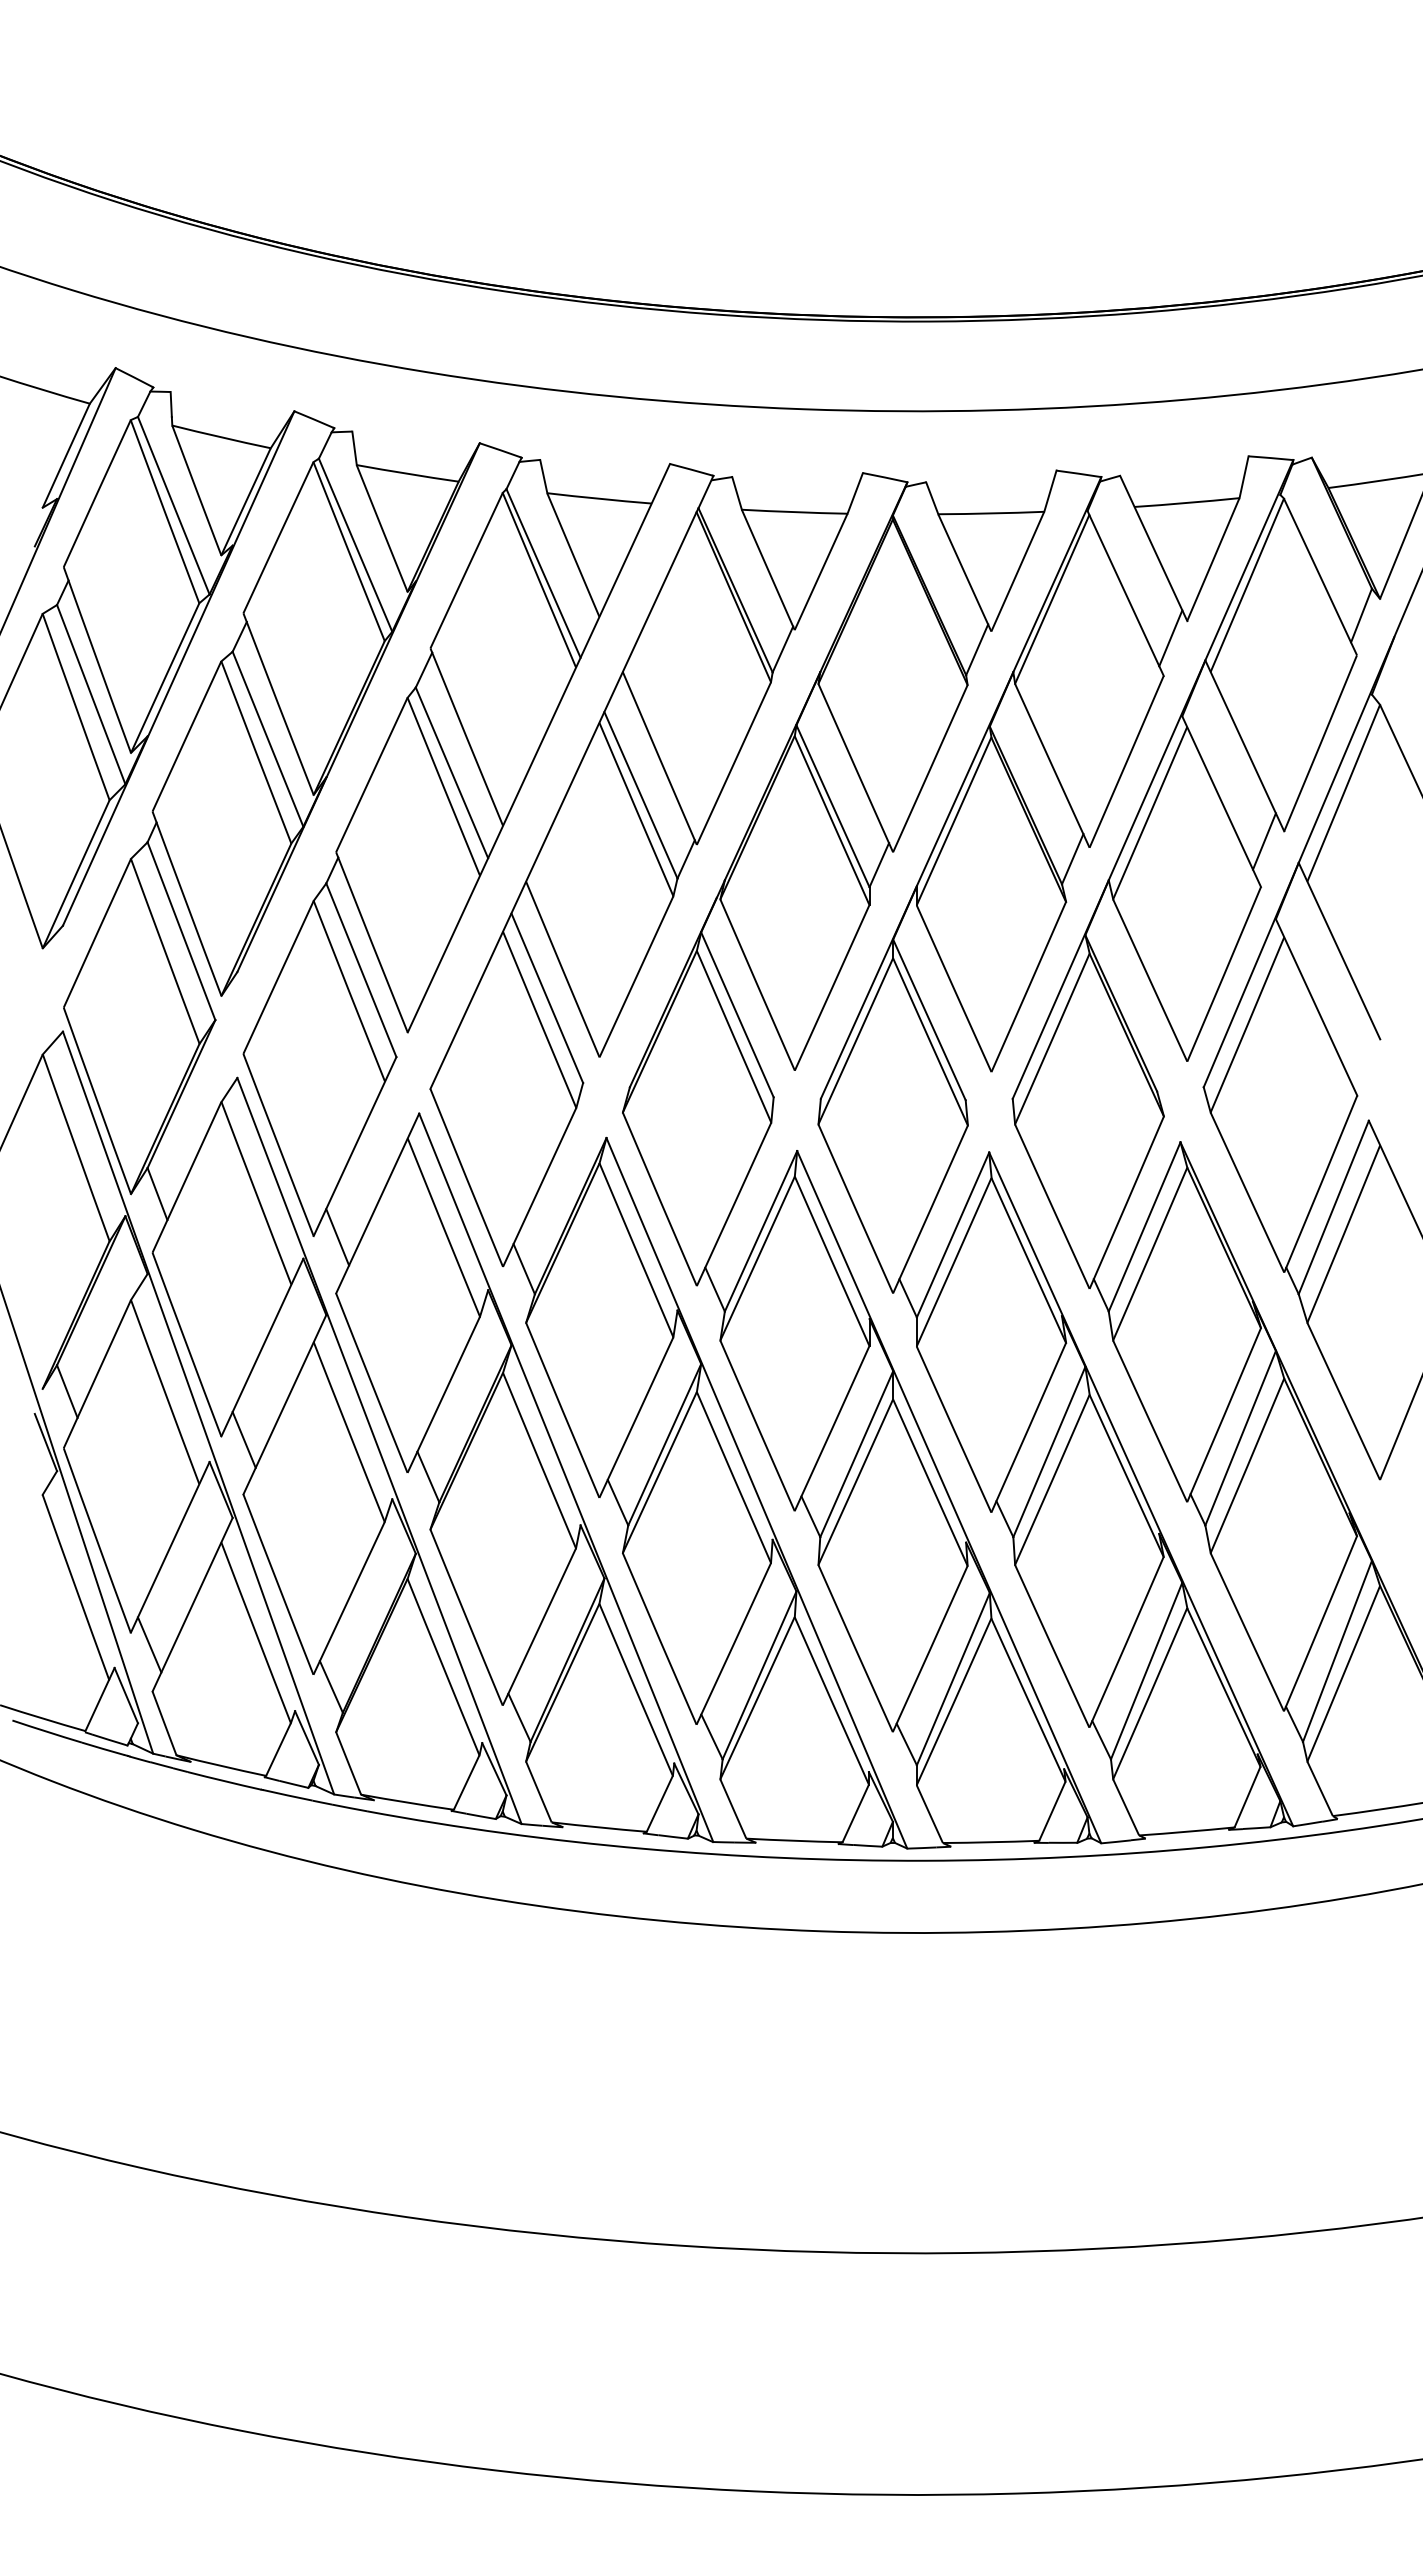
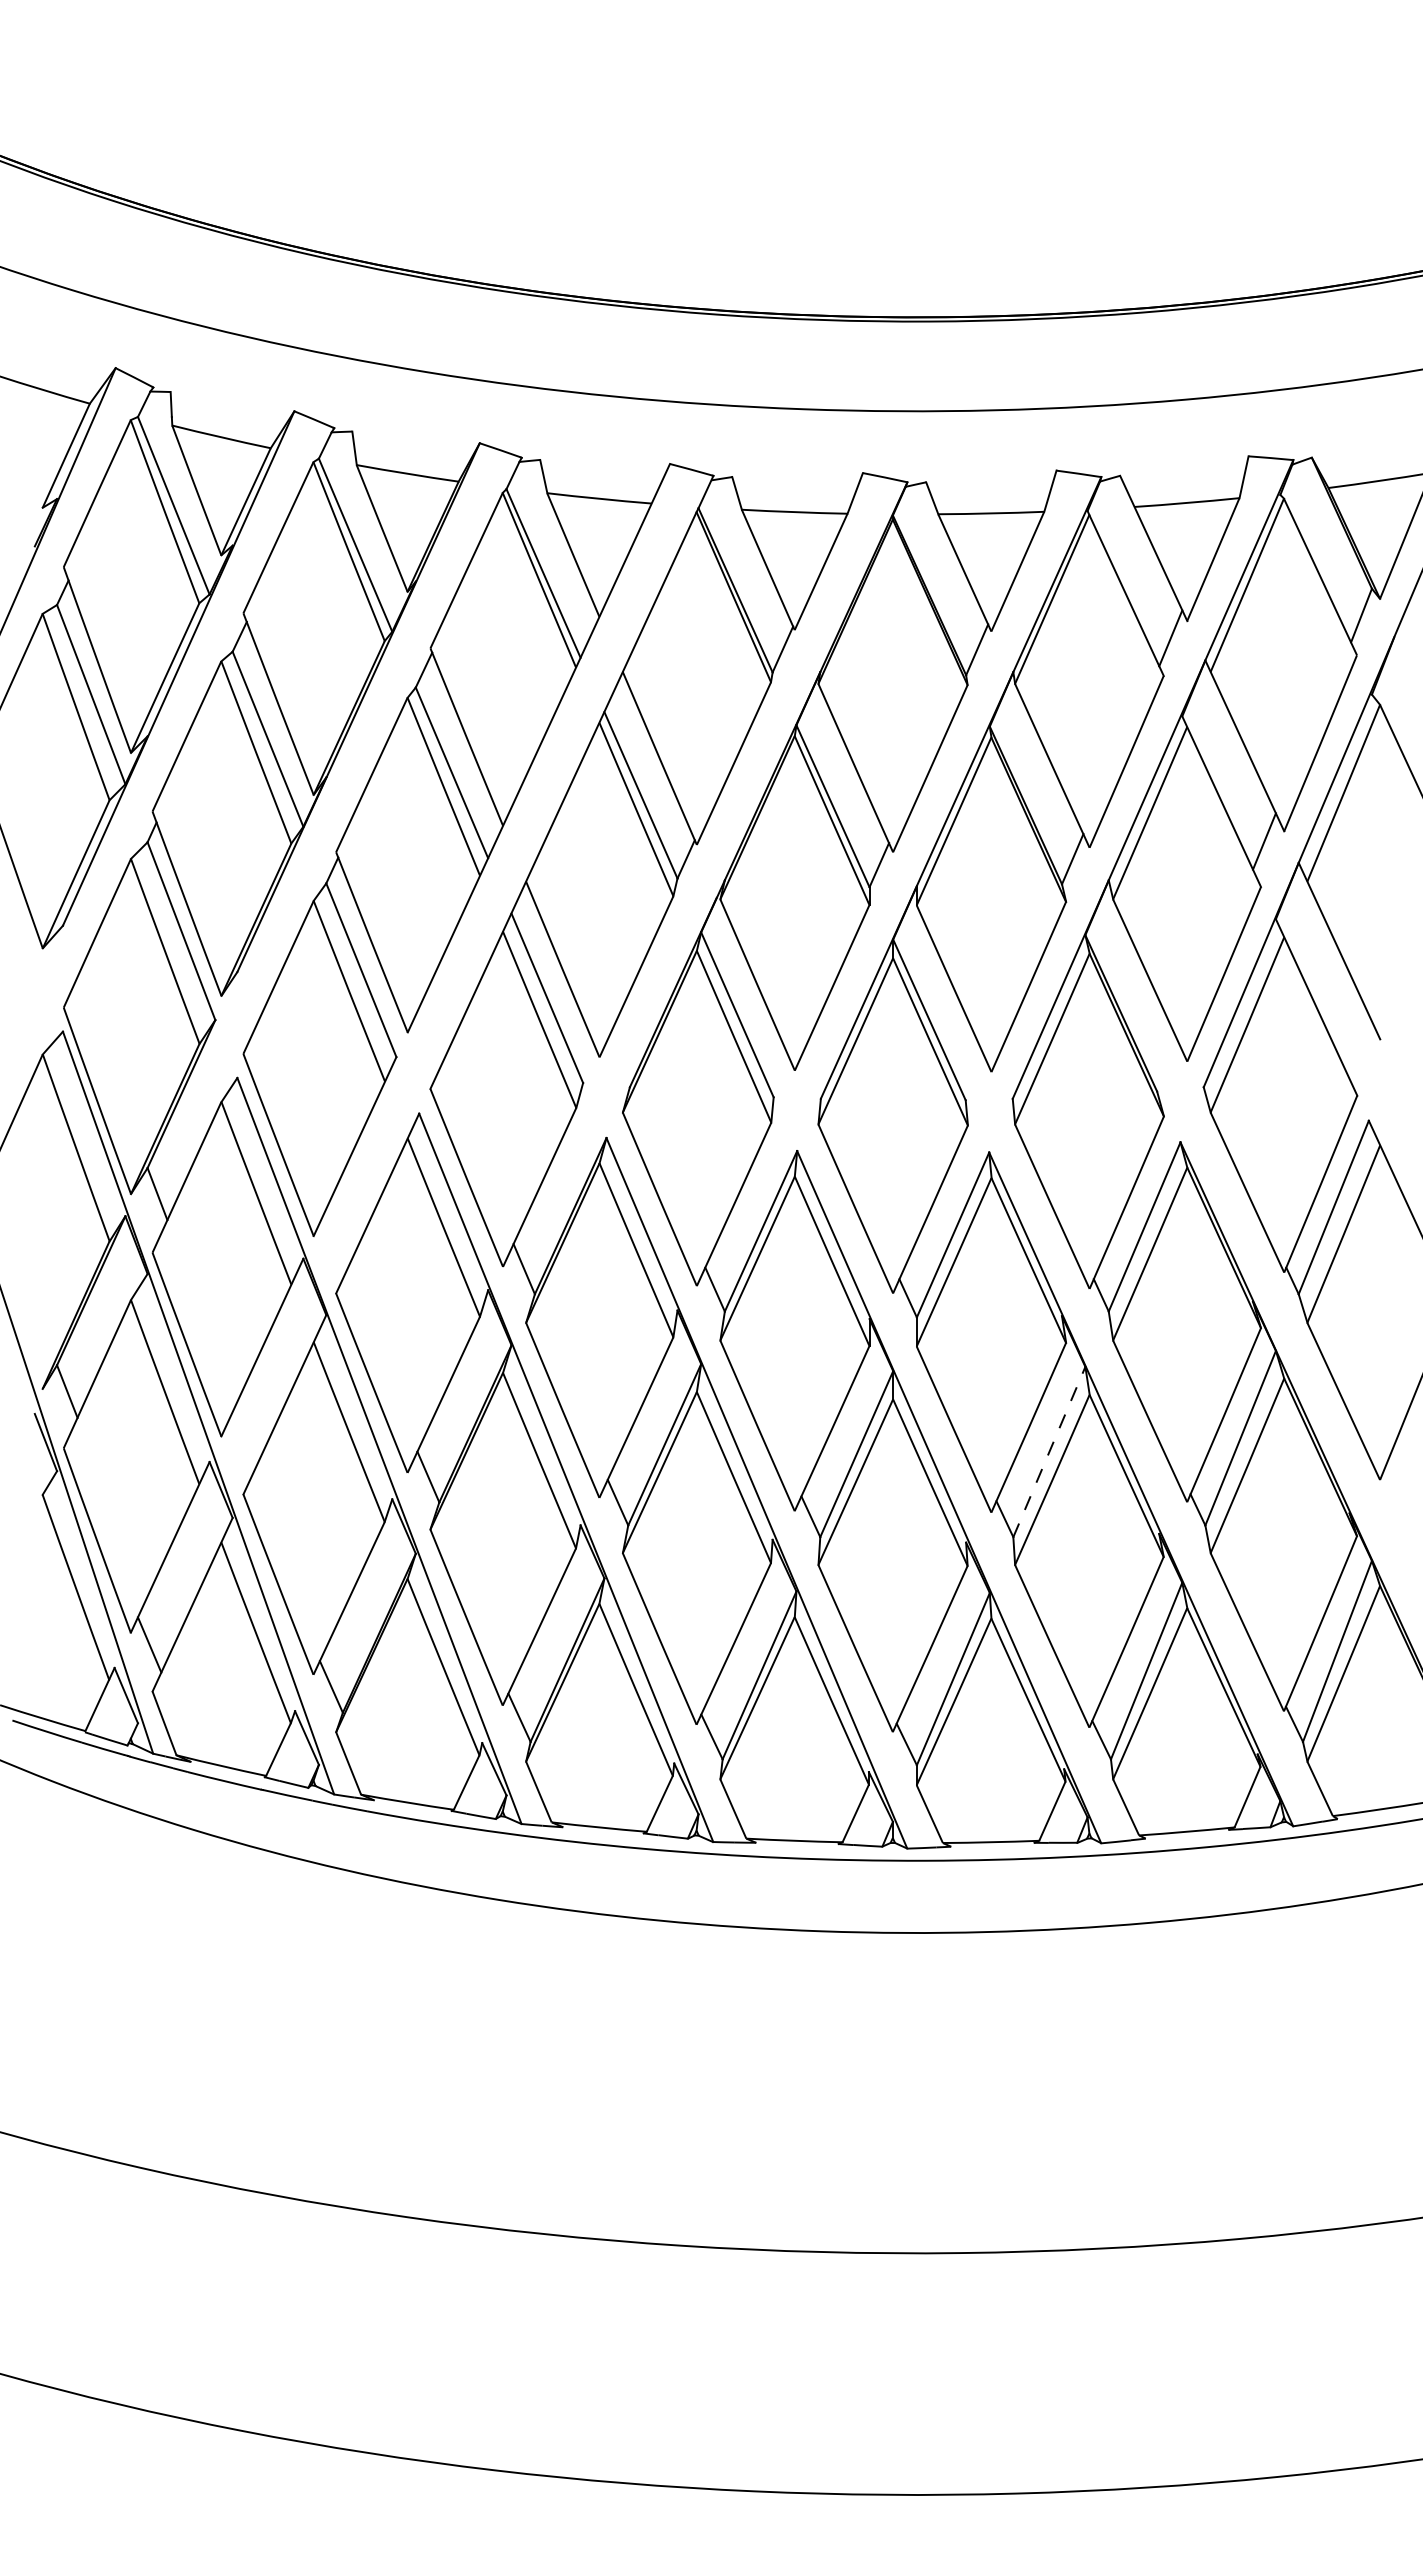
line at (337, 1237): present -> none
line at (243, 1439): present -> none
line at (1049, 1451): solid -> dashed
